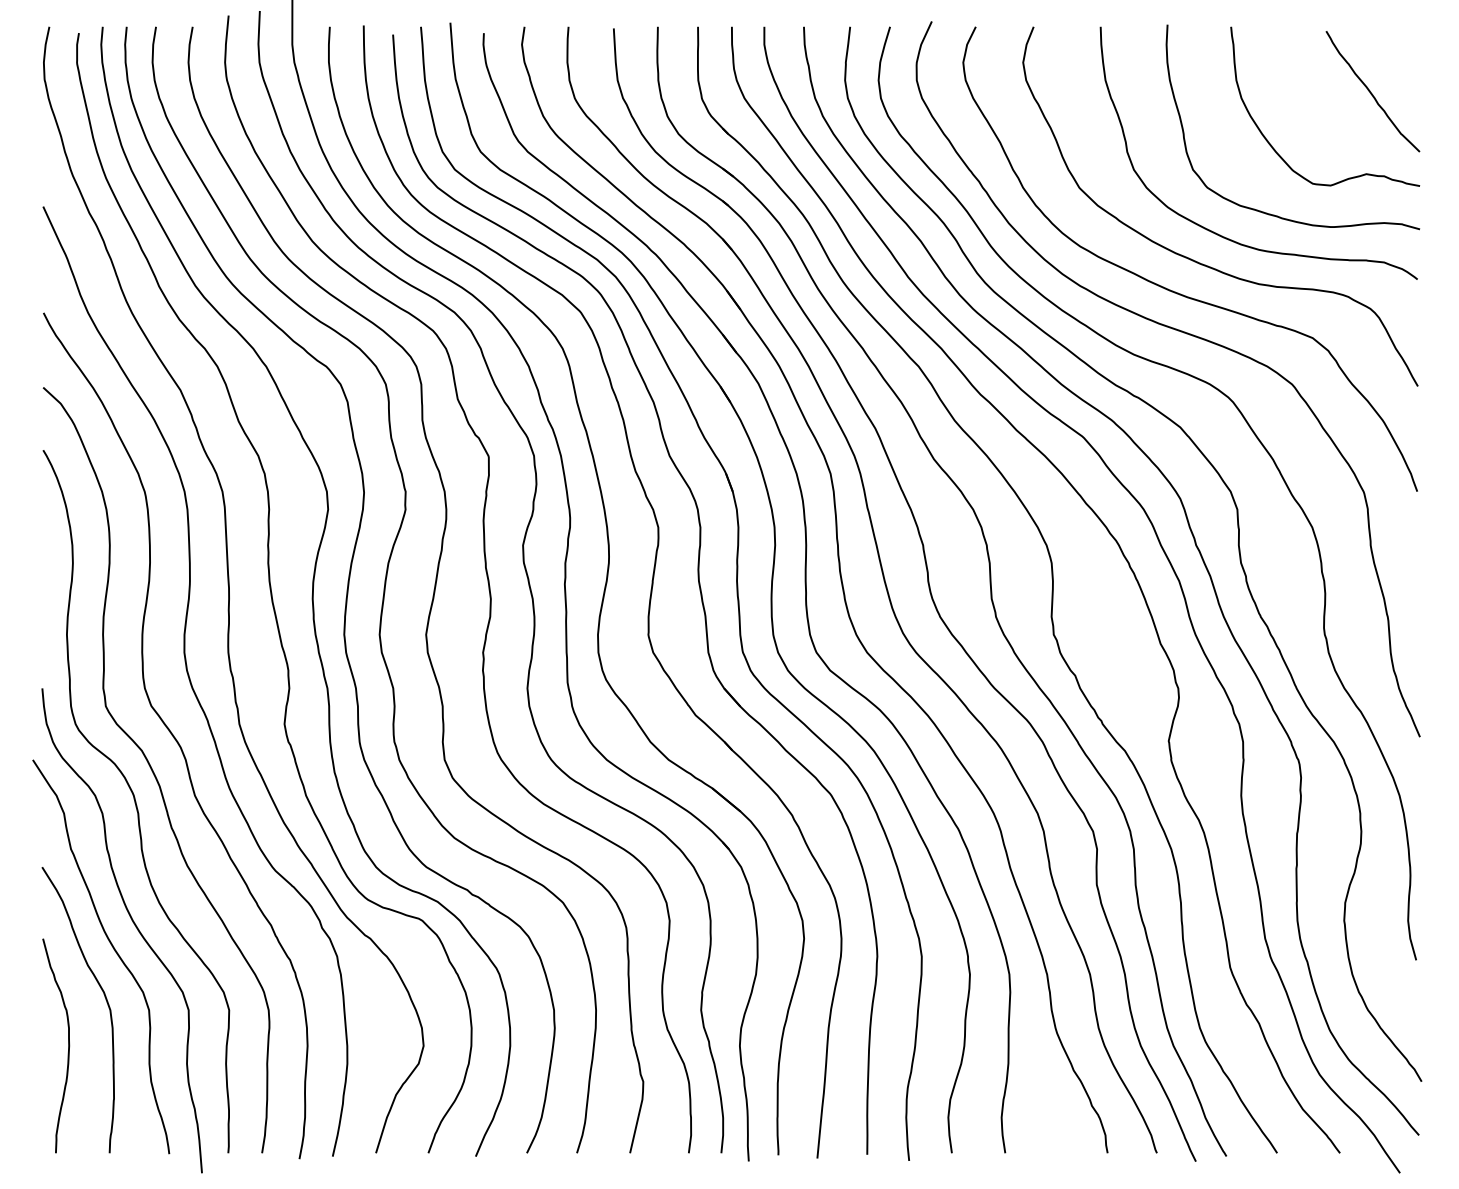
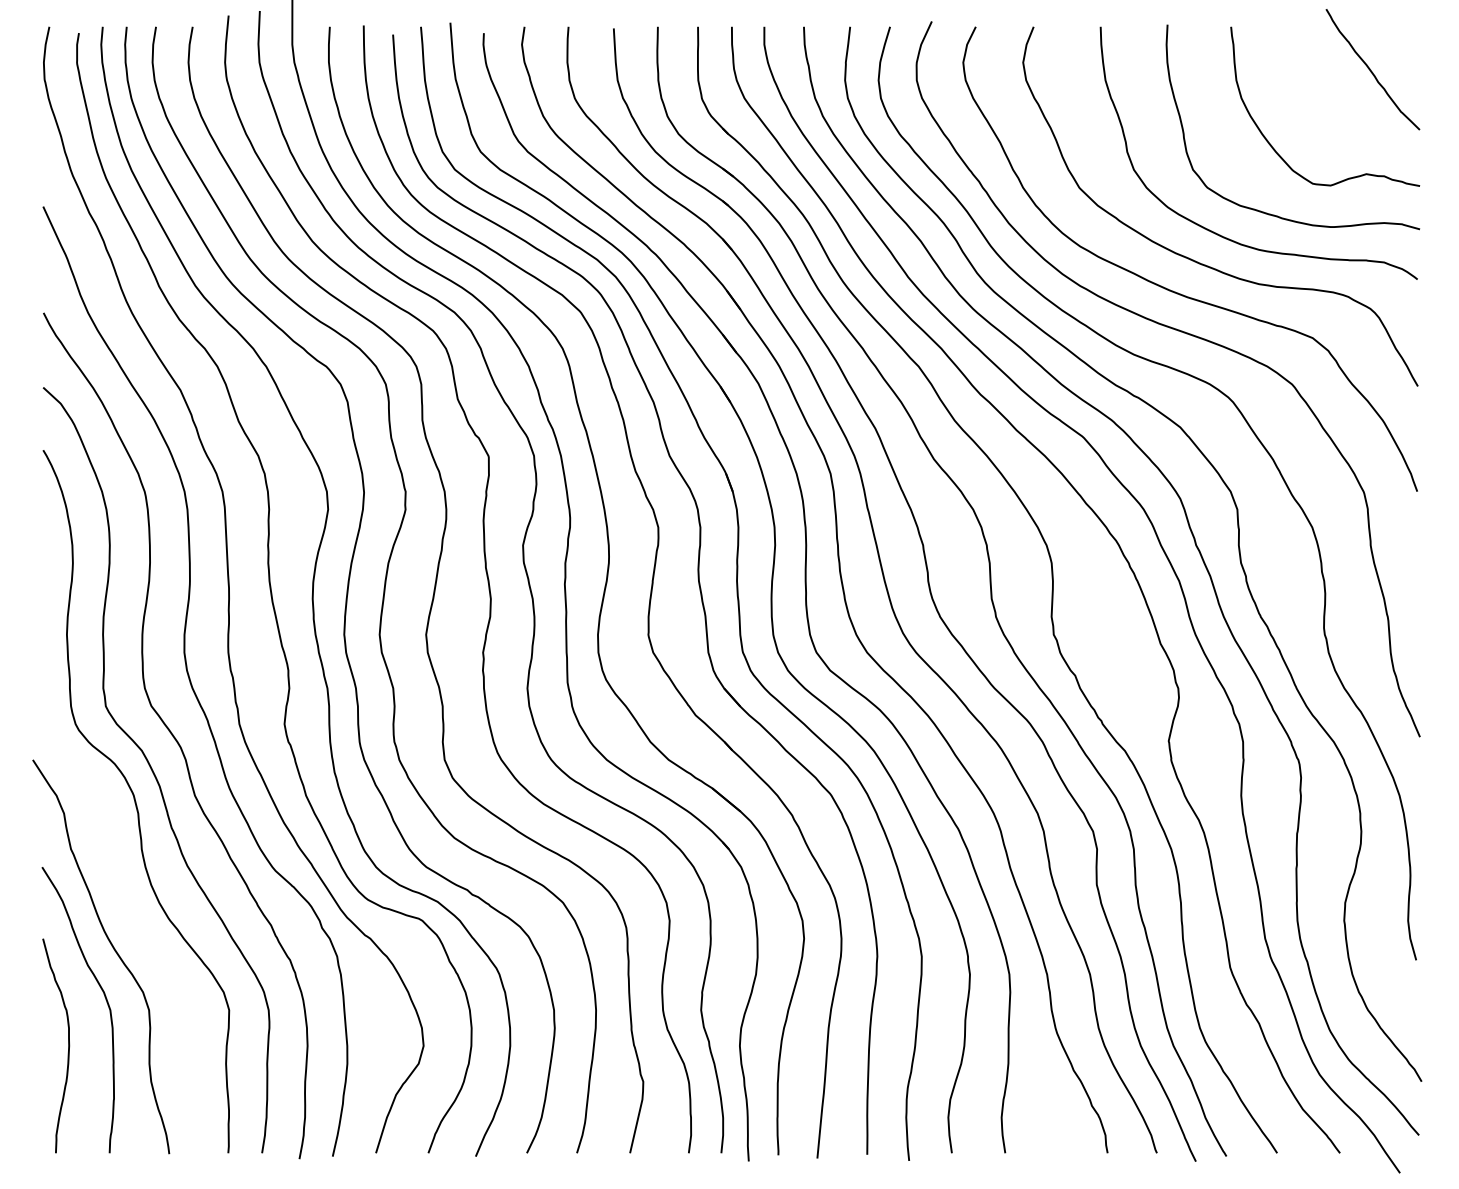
curve at (1371, 92) position: (1371, 92) -> (1371, 70)
curve at (132, 922): present -> none
